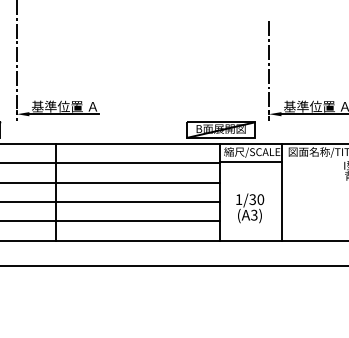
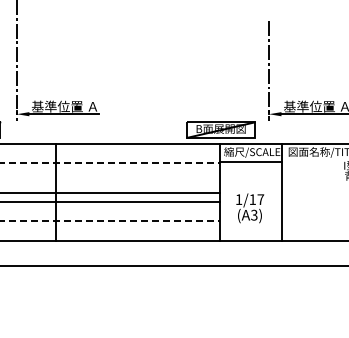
line at (110, 163): solid -> dashed
line at (111, 182) position: (111, 182) -> (111, 192)
text at (256, 199): 1/30 -> 1/17
line at (110, 221): solid -> dashed
